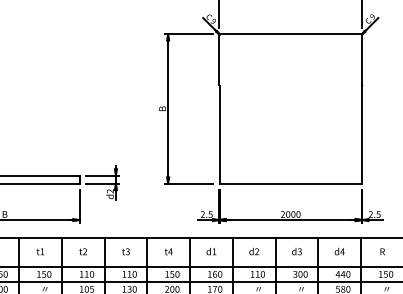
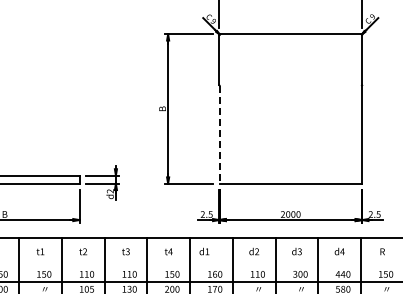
line at (219, 135): solid -> dashed
text at (211, 251) position: (211, 251) -> (204, 251)
line at (200, 266): present -> none
